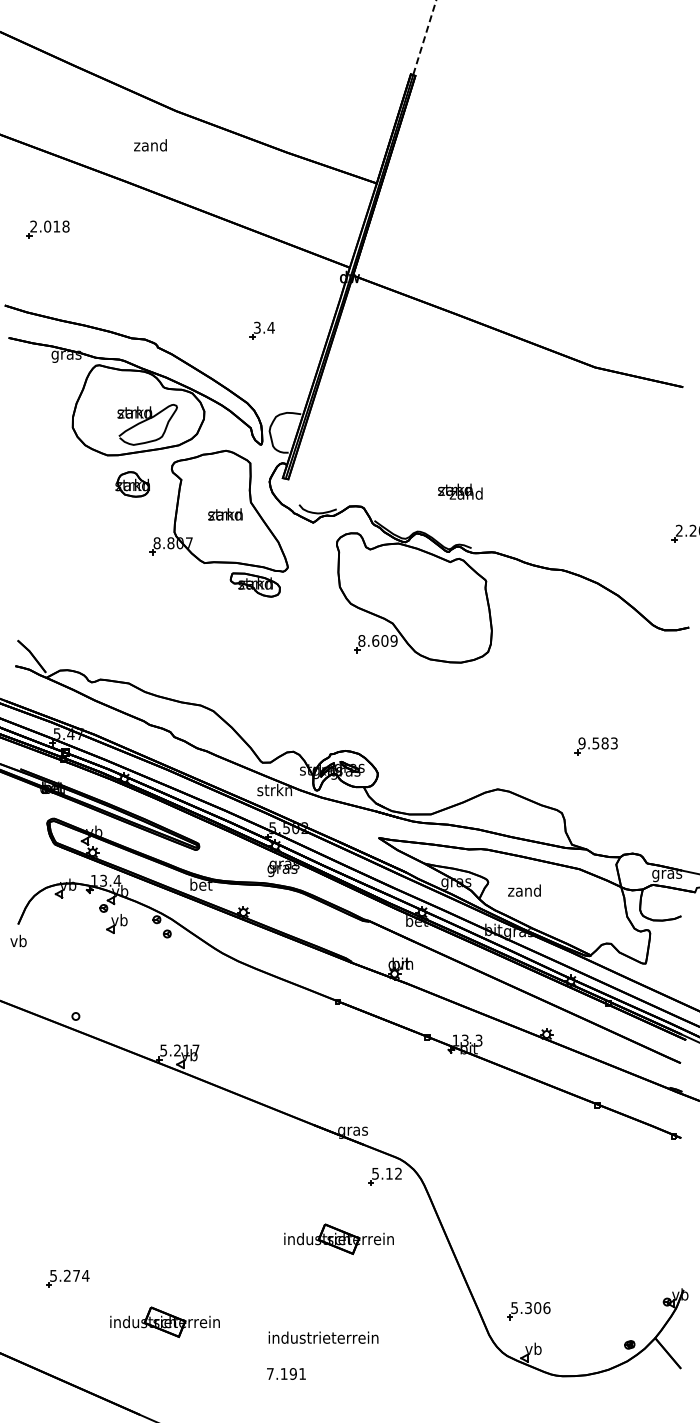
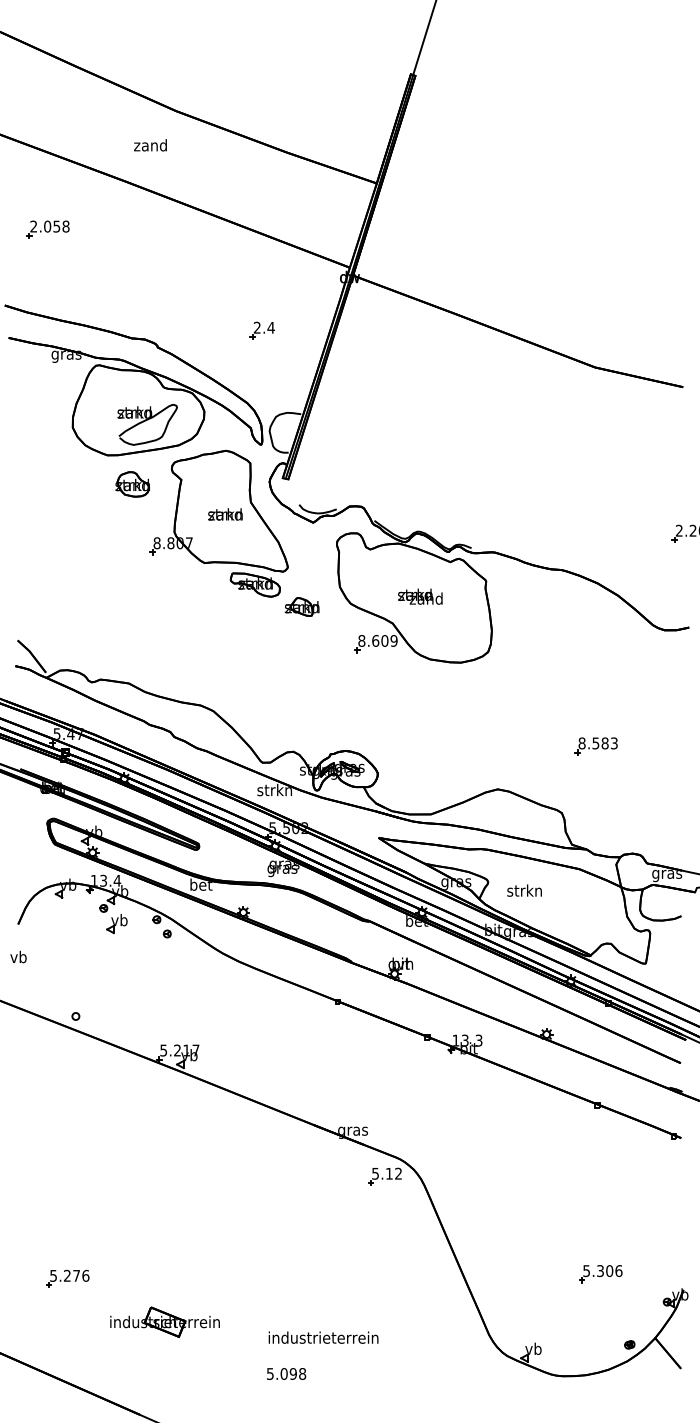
line at (424, 37): dashed -> solid
text at (56, 226): 2.018 -> 2.058
text at (257, 327): 3.4 -> 2.4
text at (460, 491) position: (460, 491) -> (420, 596)
part at (301, 606): none -> present
text at (581, 743): 9.583 -> 8.583
text at (524, 890): zand -> strkn
text at (18, 940) position: (18, 940) -> (18, 956)
part at (338, 1238): present -> none
text at (85, 1275): 5.274 -> 5.276
part at (528, 1311) position: (528, 1311) -> (600, 1274)
text at (286, 1373): 7.191 -> 5.098
